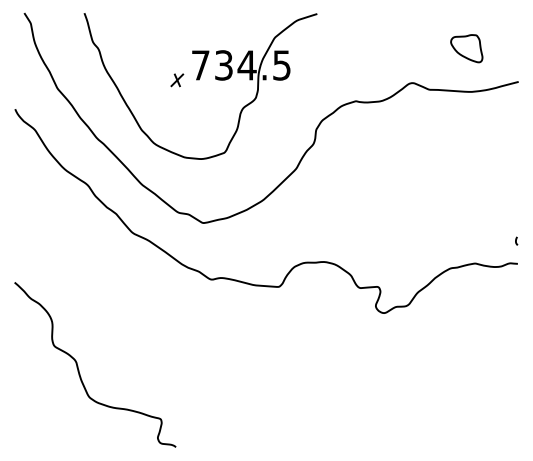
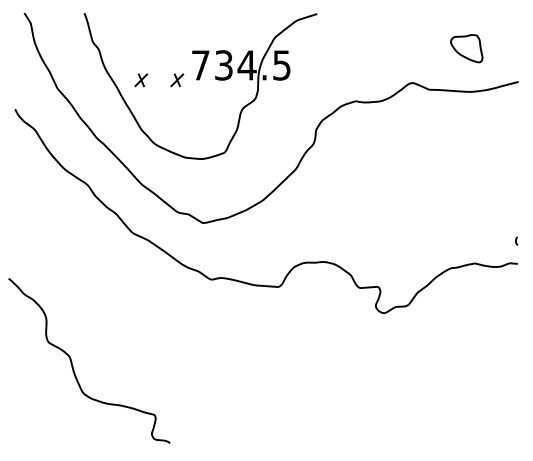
part at (141, 80): none -> present
curve at (79, 369) position: (79, 369) -> (73, 365)
